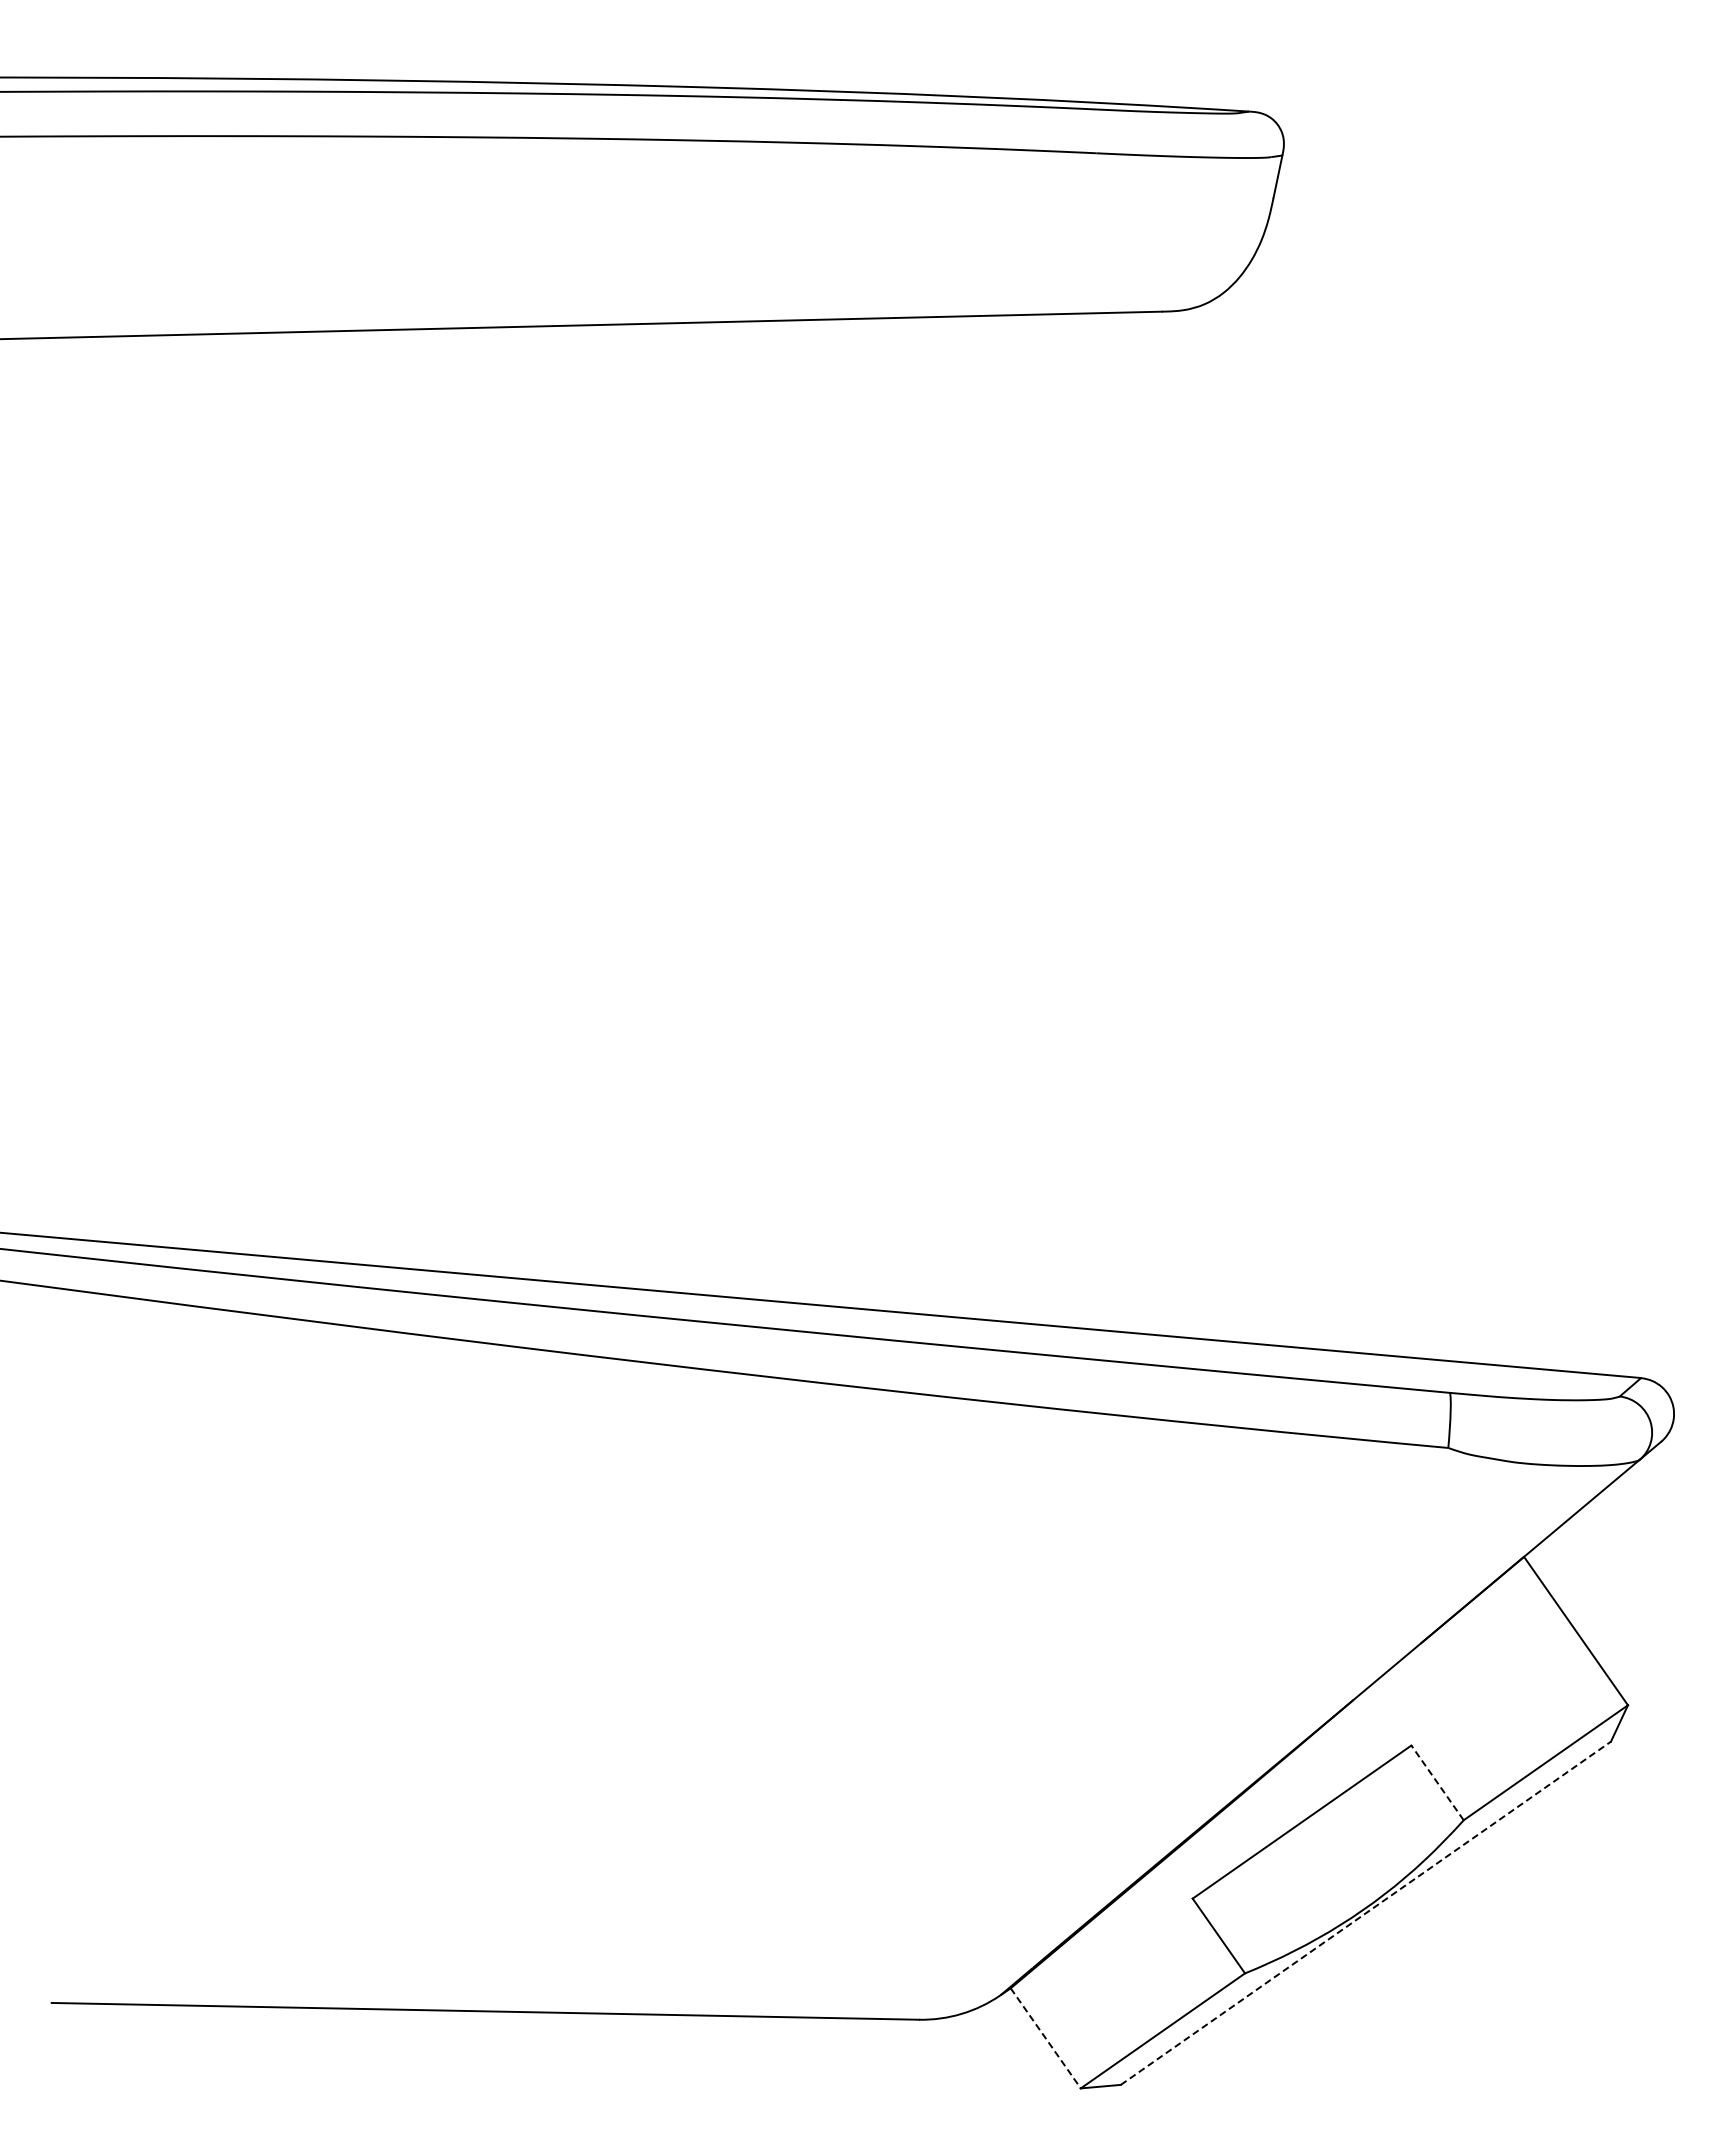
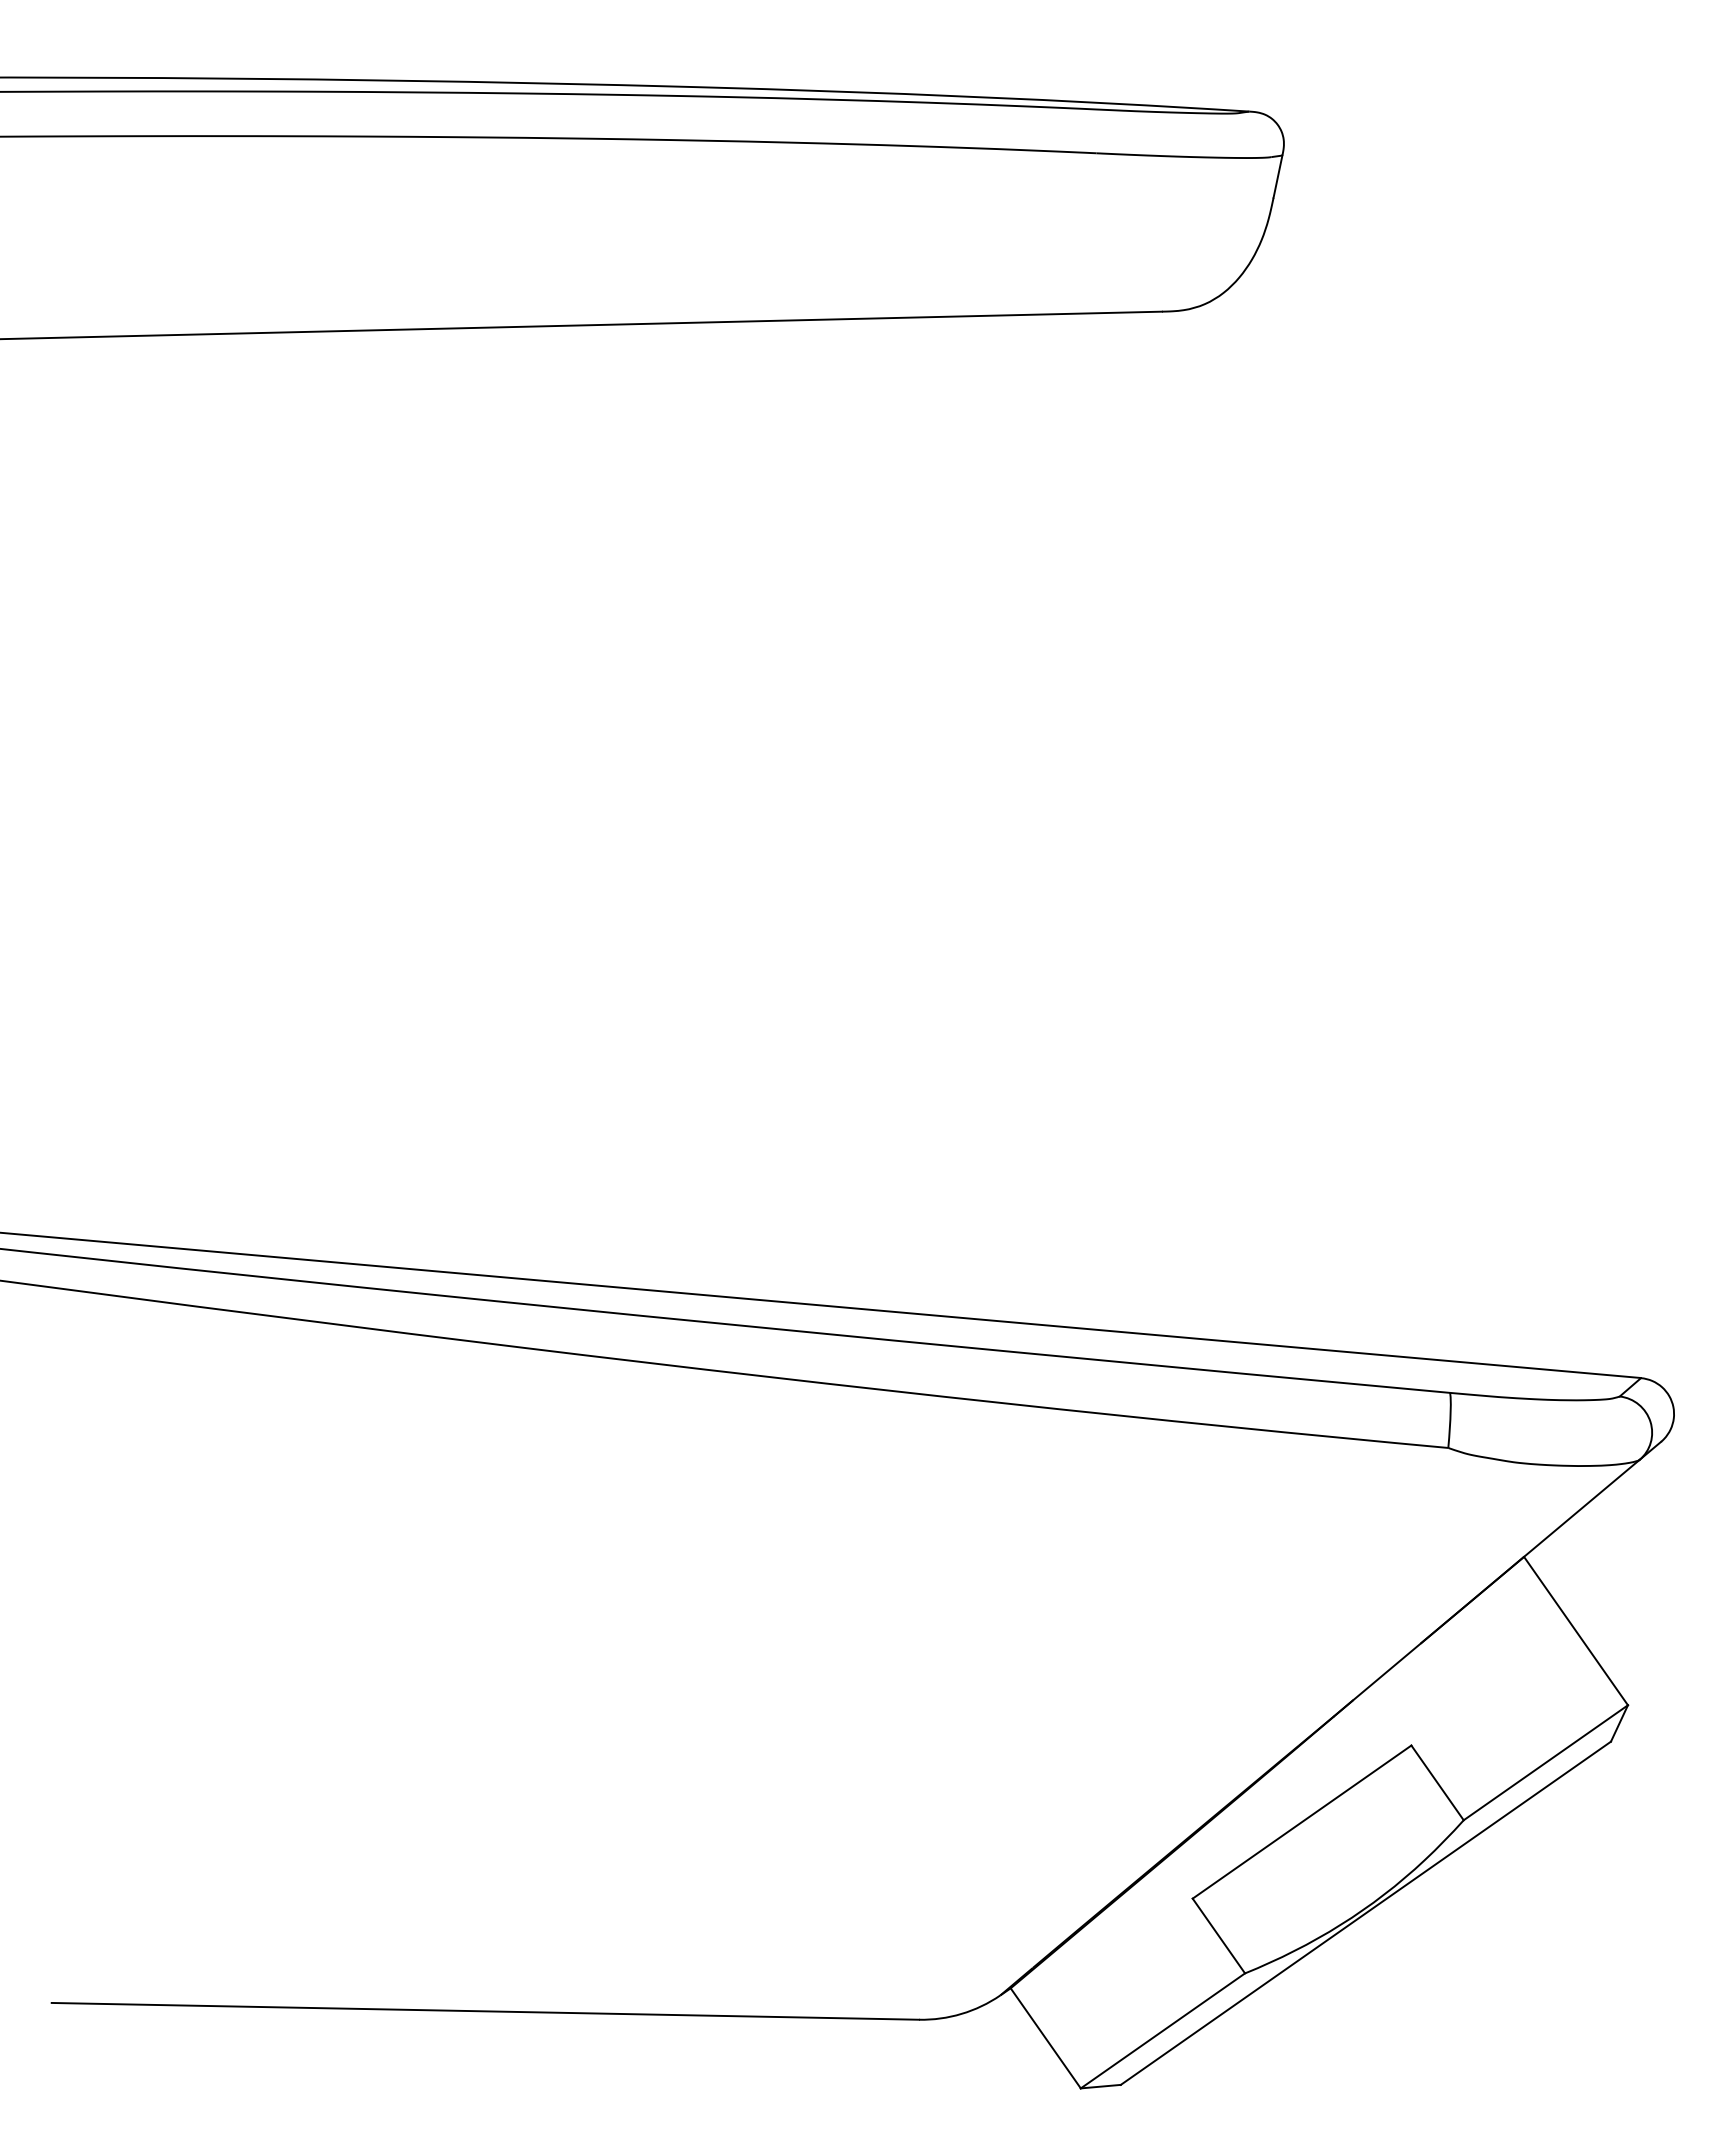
line at (1437, 1782): dashed -> solid
line at (1366, 1912): dashed -> solid
line at (1046, 2038): dashed -> solid
